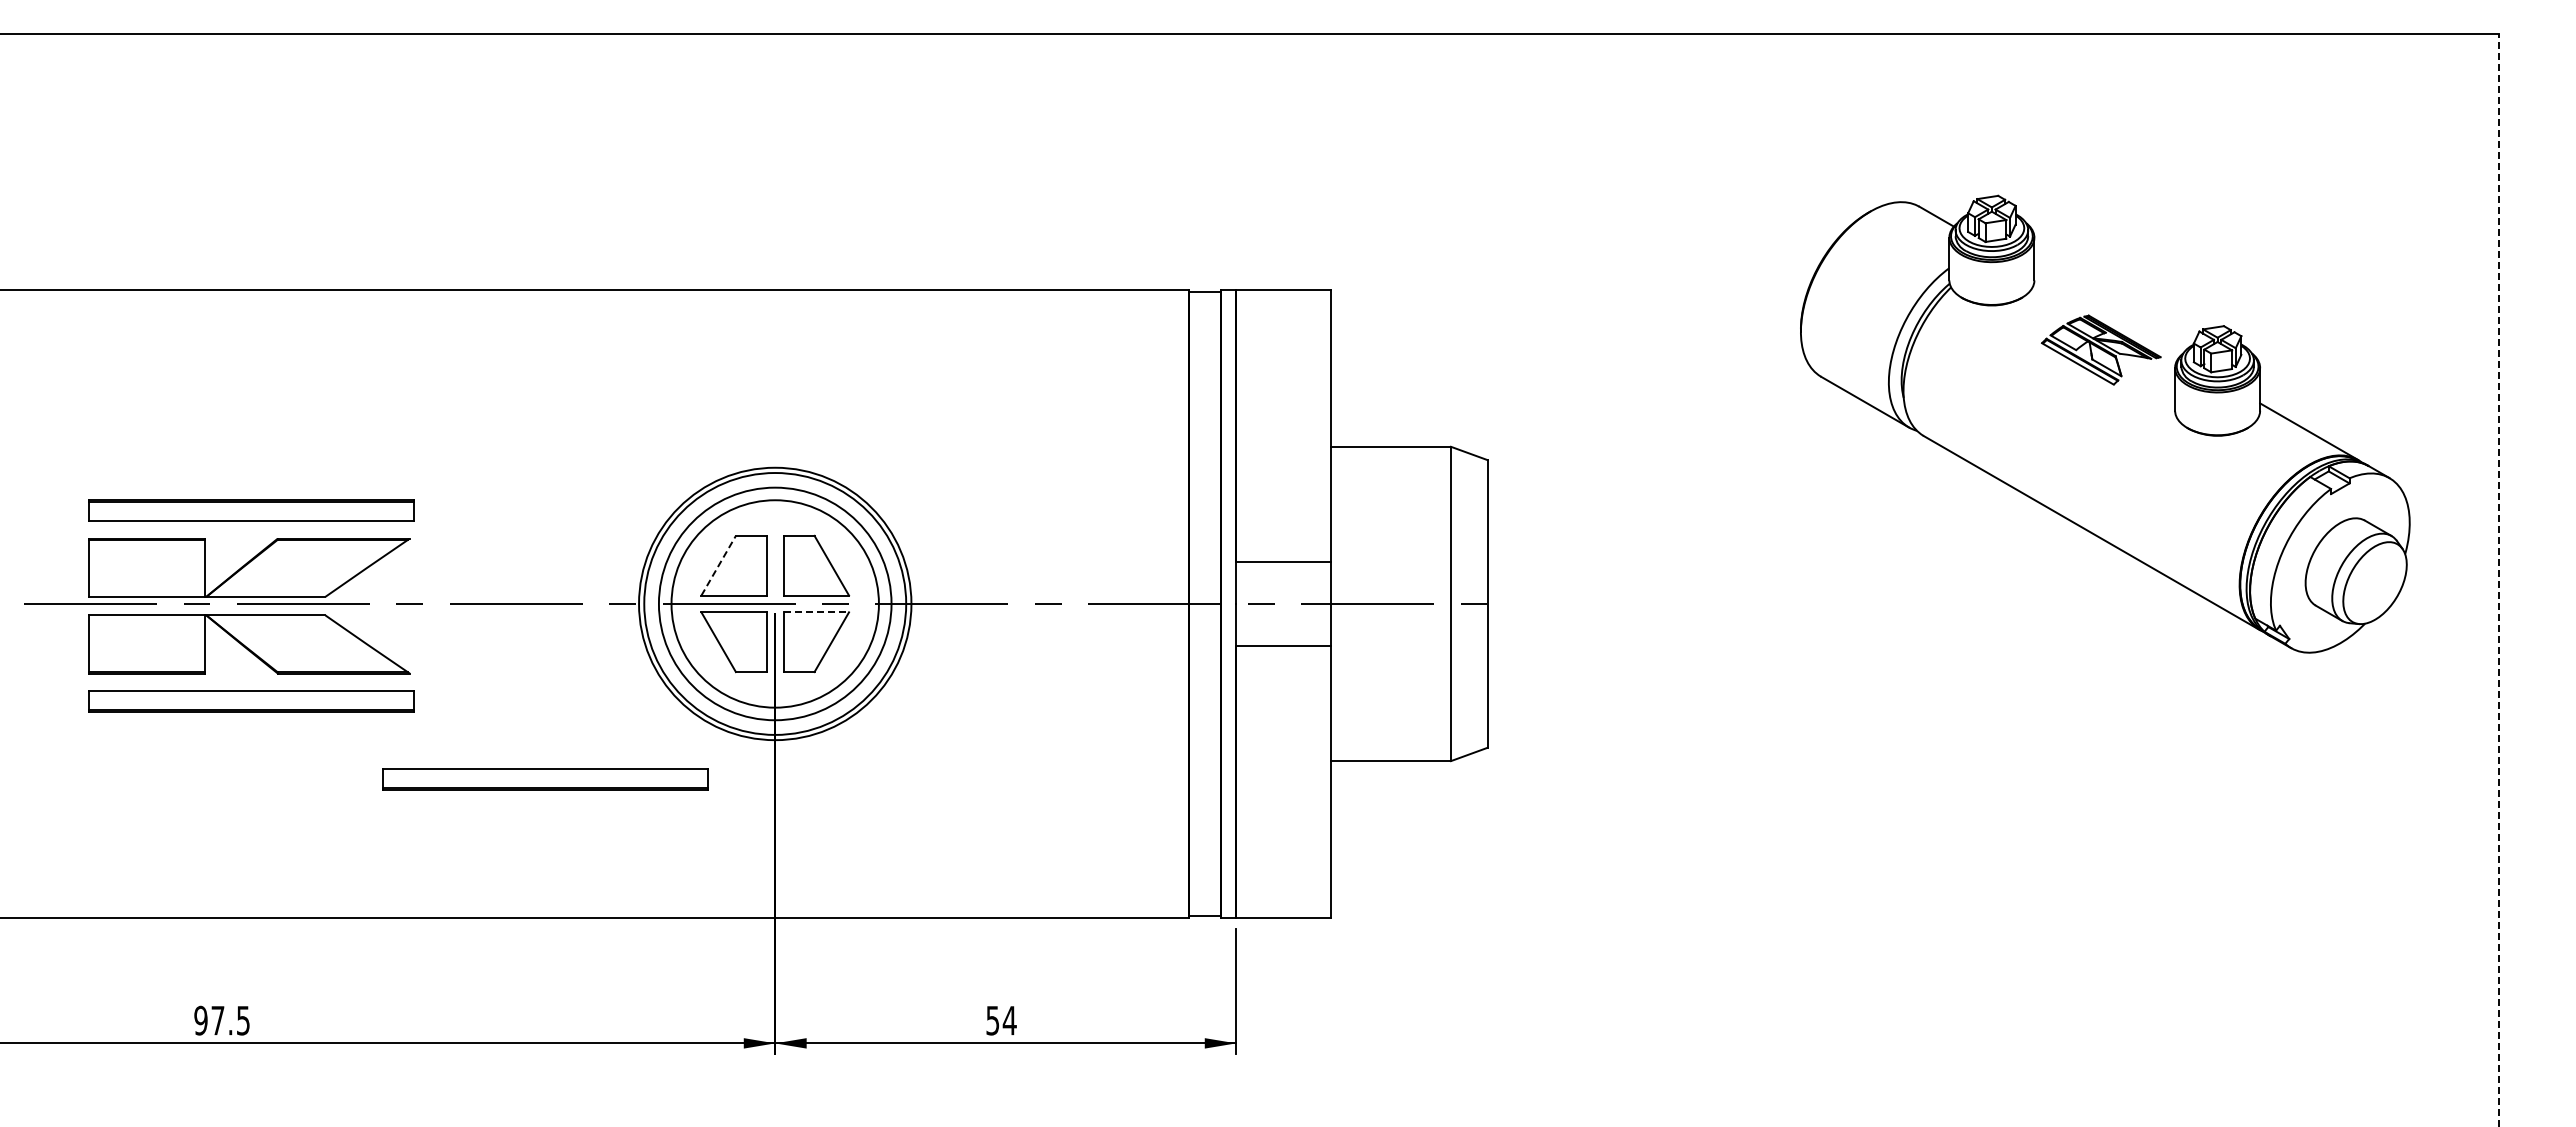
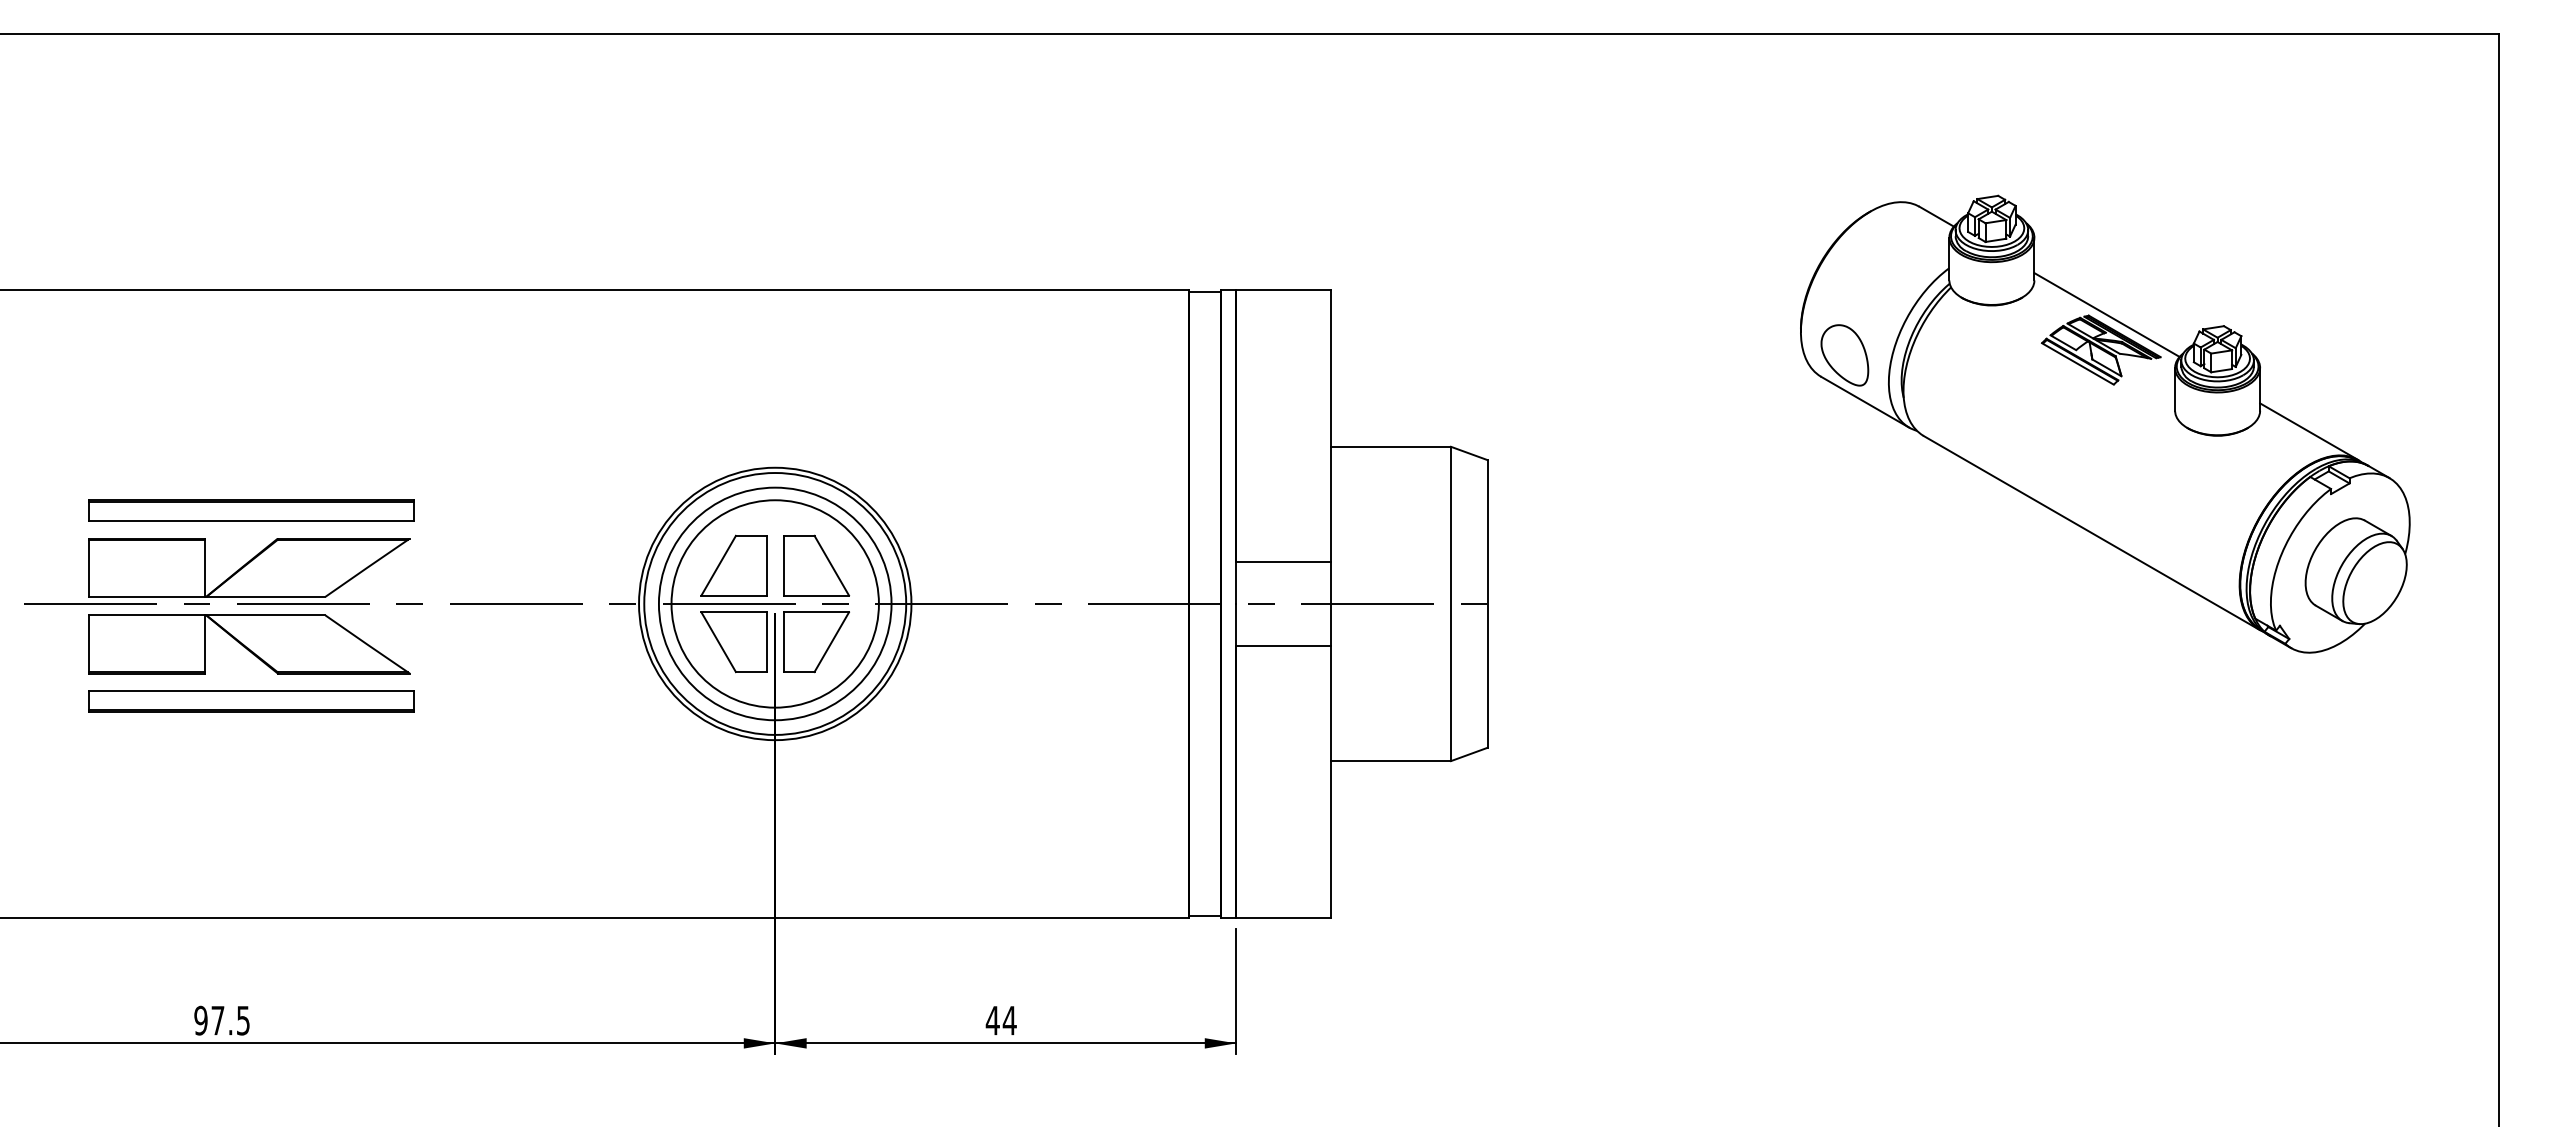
line at (2106, 314): none -> present
part at (1844, 355): none -> present
line at (718, 565): dashed -> solid
line at (2498, 580): dashed -> solid
line at (816, 612): dashed -> solid
part at (545, 779): present -> none
text at (992, 1020): 54 -> 44
